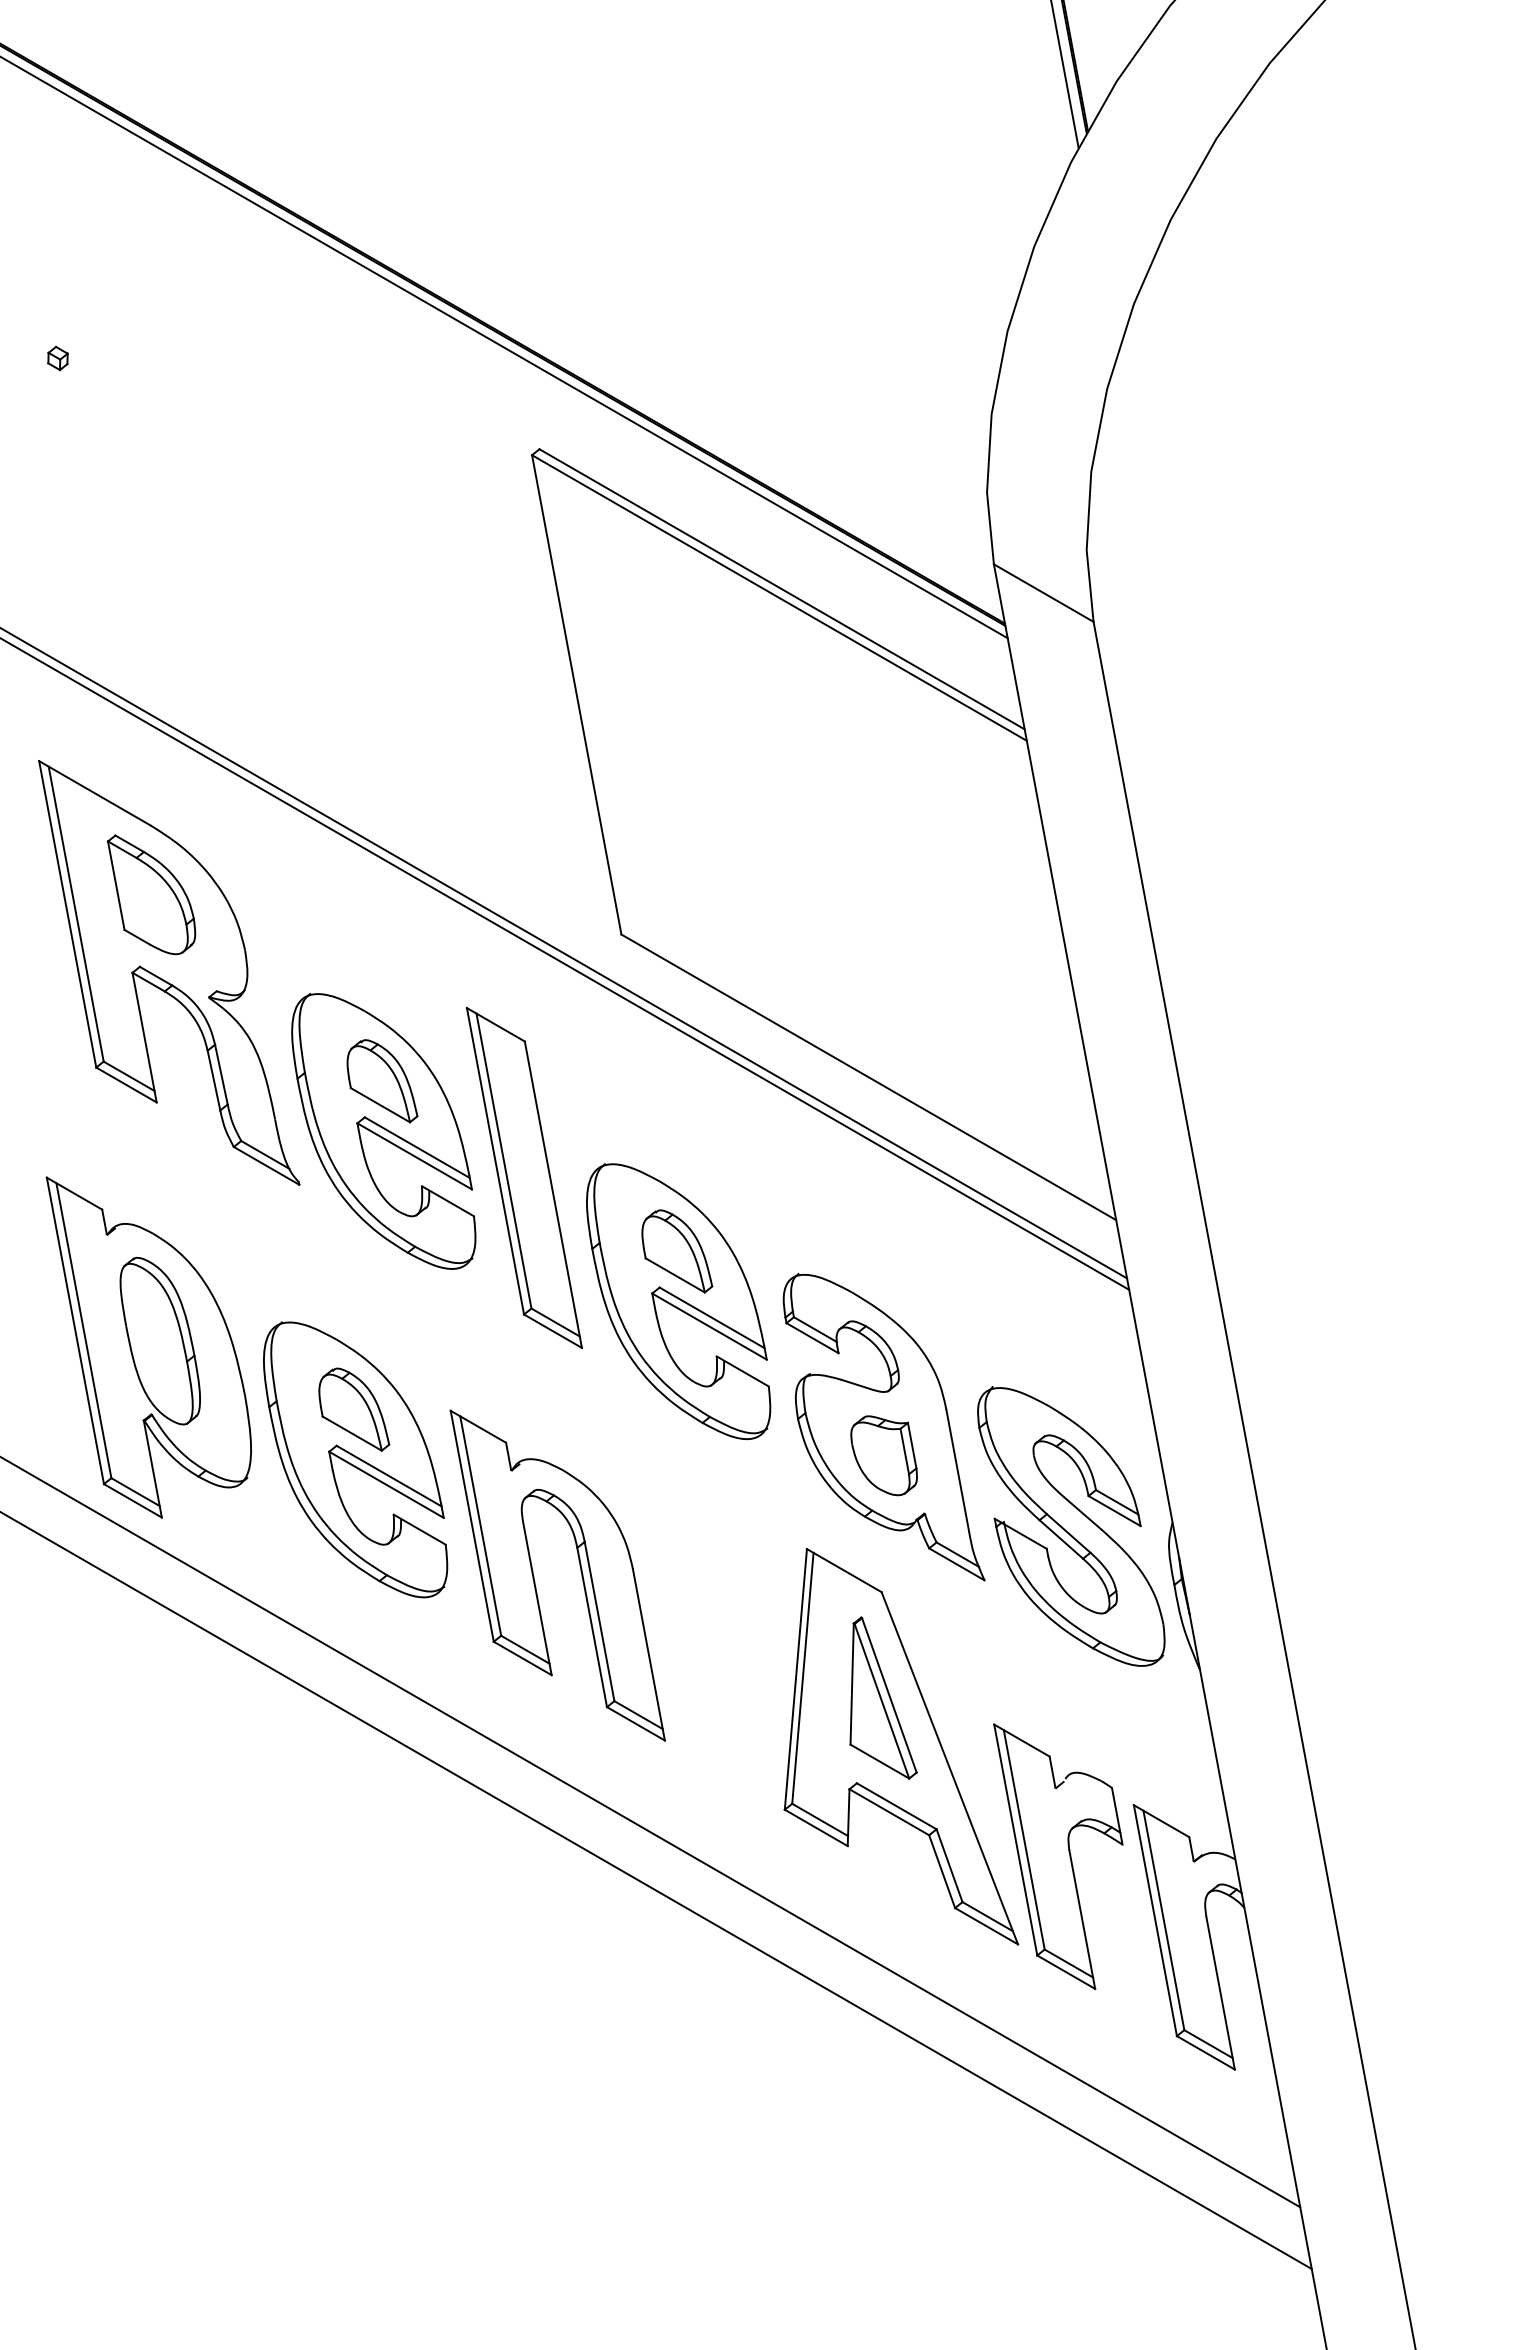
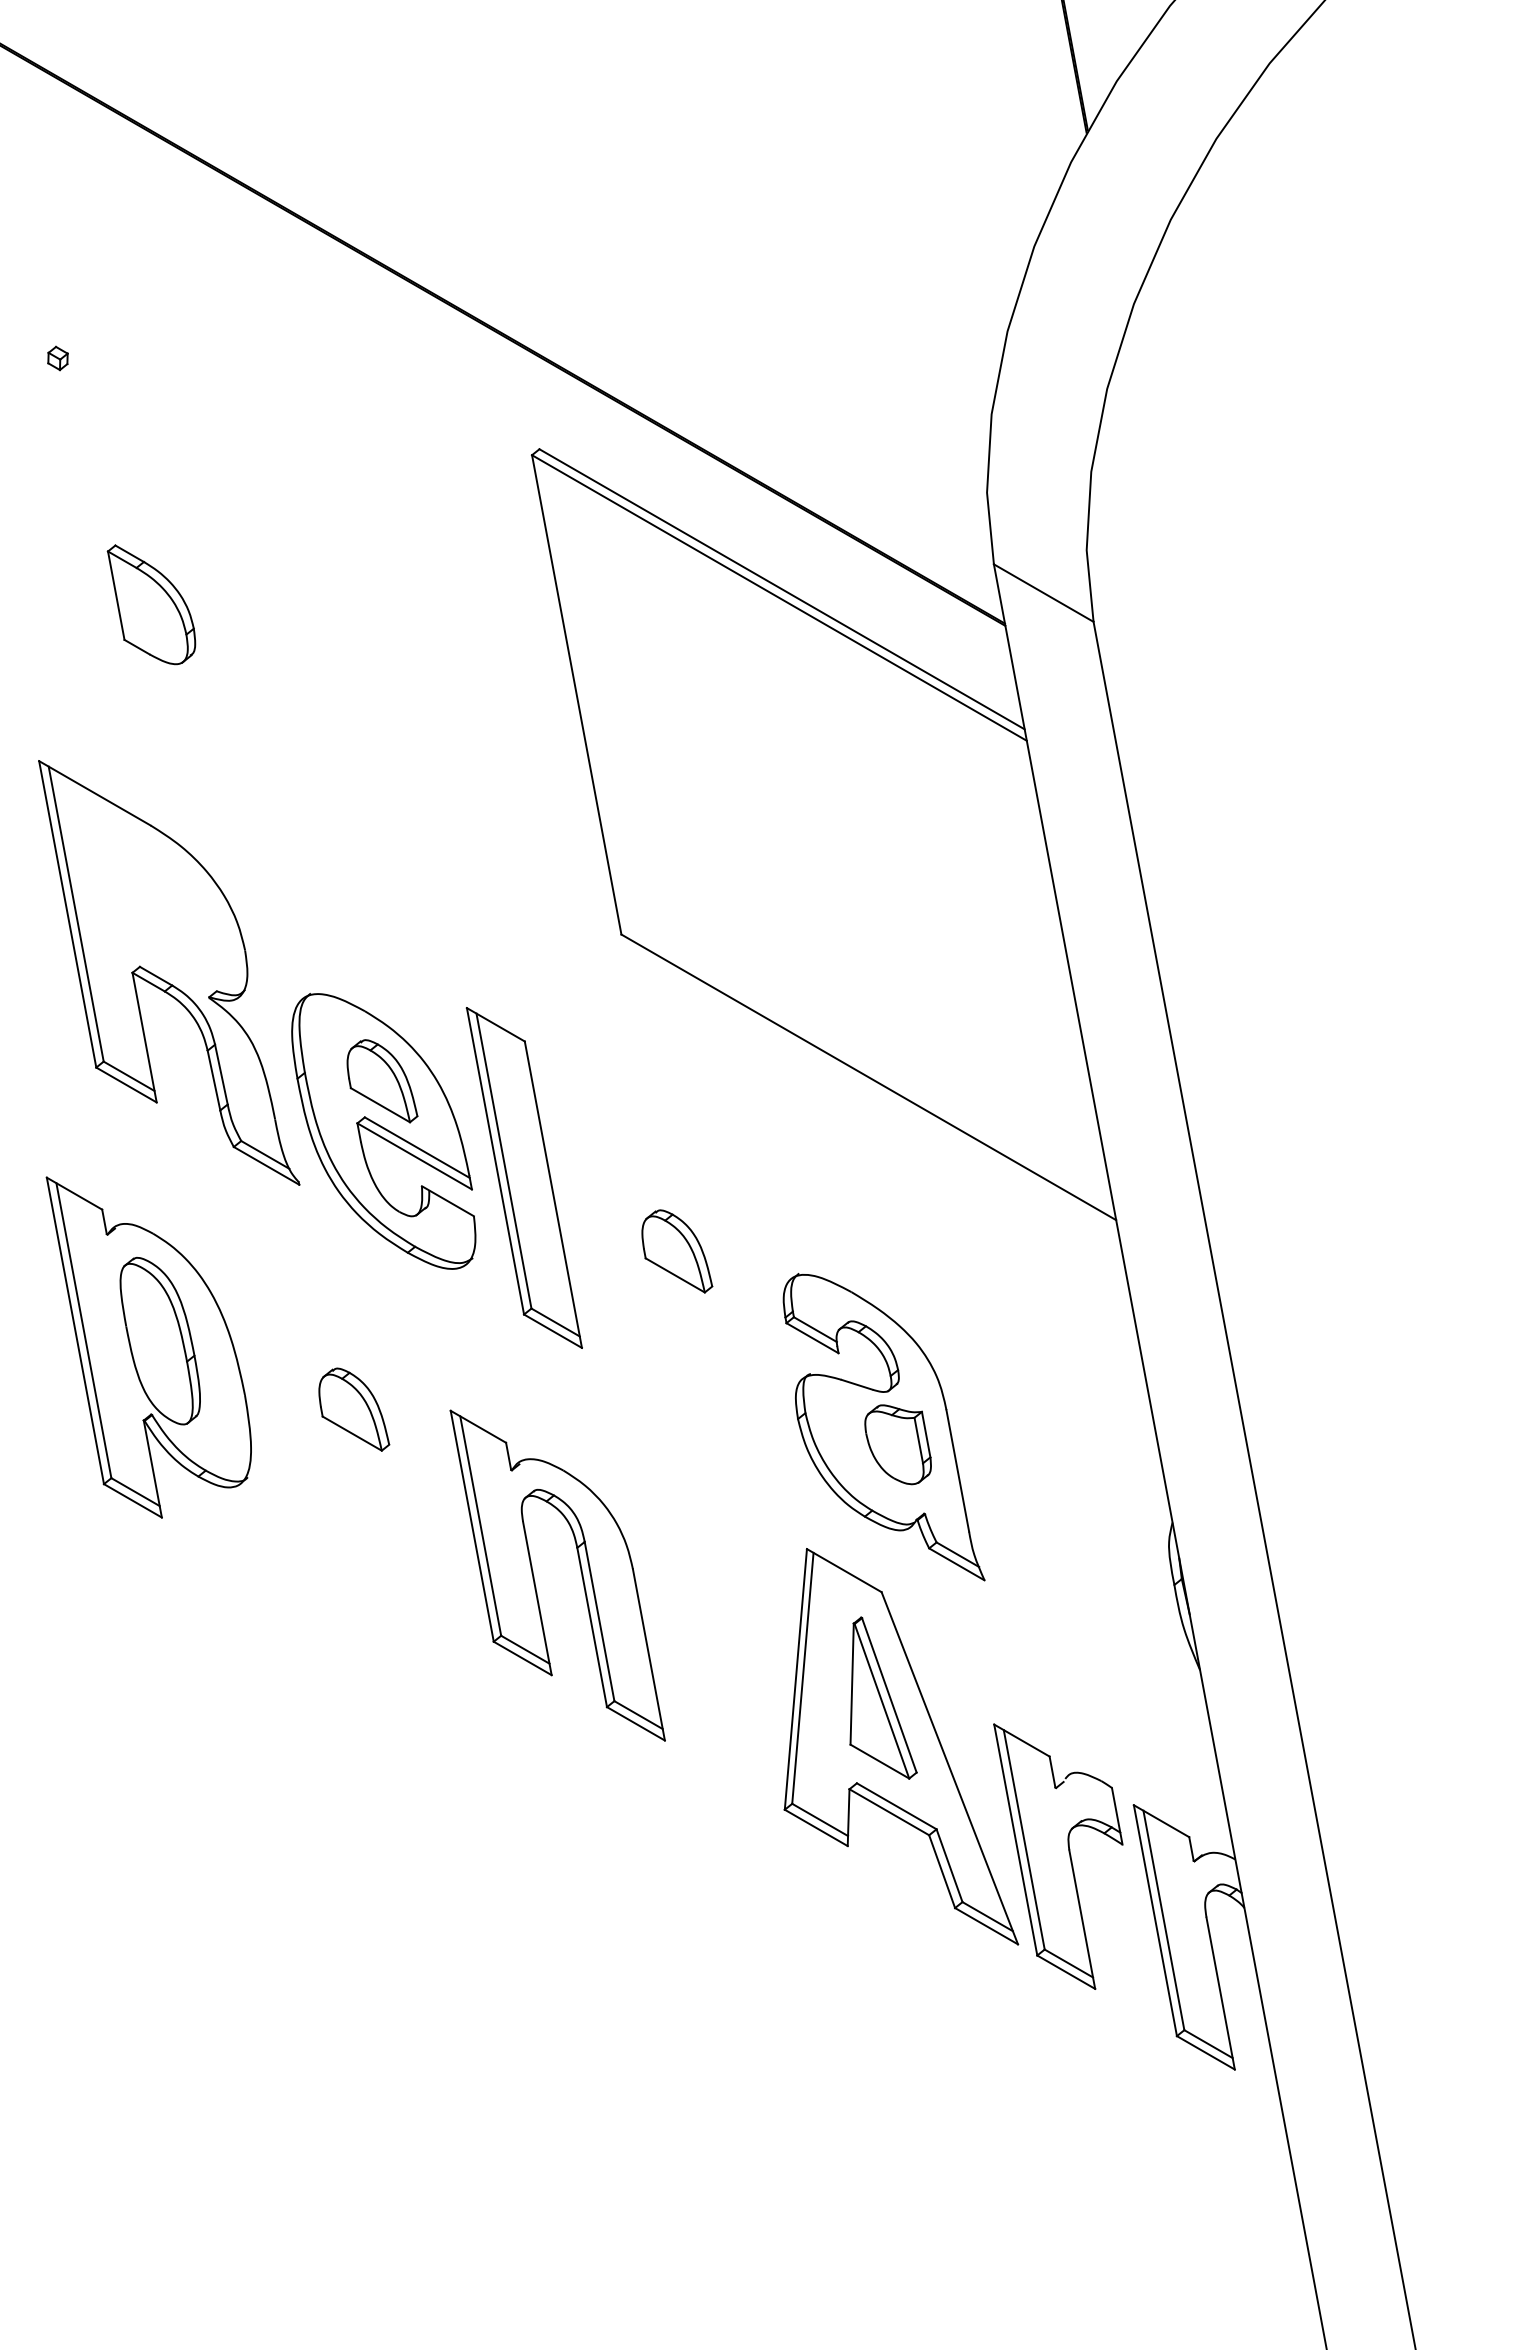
line at (1064, 74): present -> none
line at (504, 348): present -> none
part at (151, 894) position: (151, 894) -> (151, 604)
line at (564, 953): present -> none
line at (565, 964): present -> none
part at (678, 1301): present -> none
part at (883, 1455) position: (883, 1455) -> (897, 1444)
part at (355, 1459): present -> none
part at (1071, 1526): present -> none
line at (651, 1832): present -> none
line at (656, 1891): present -> none
